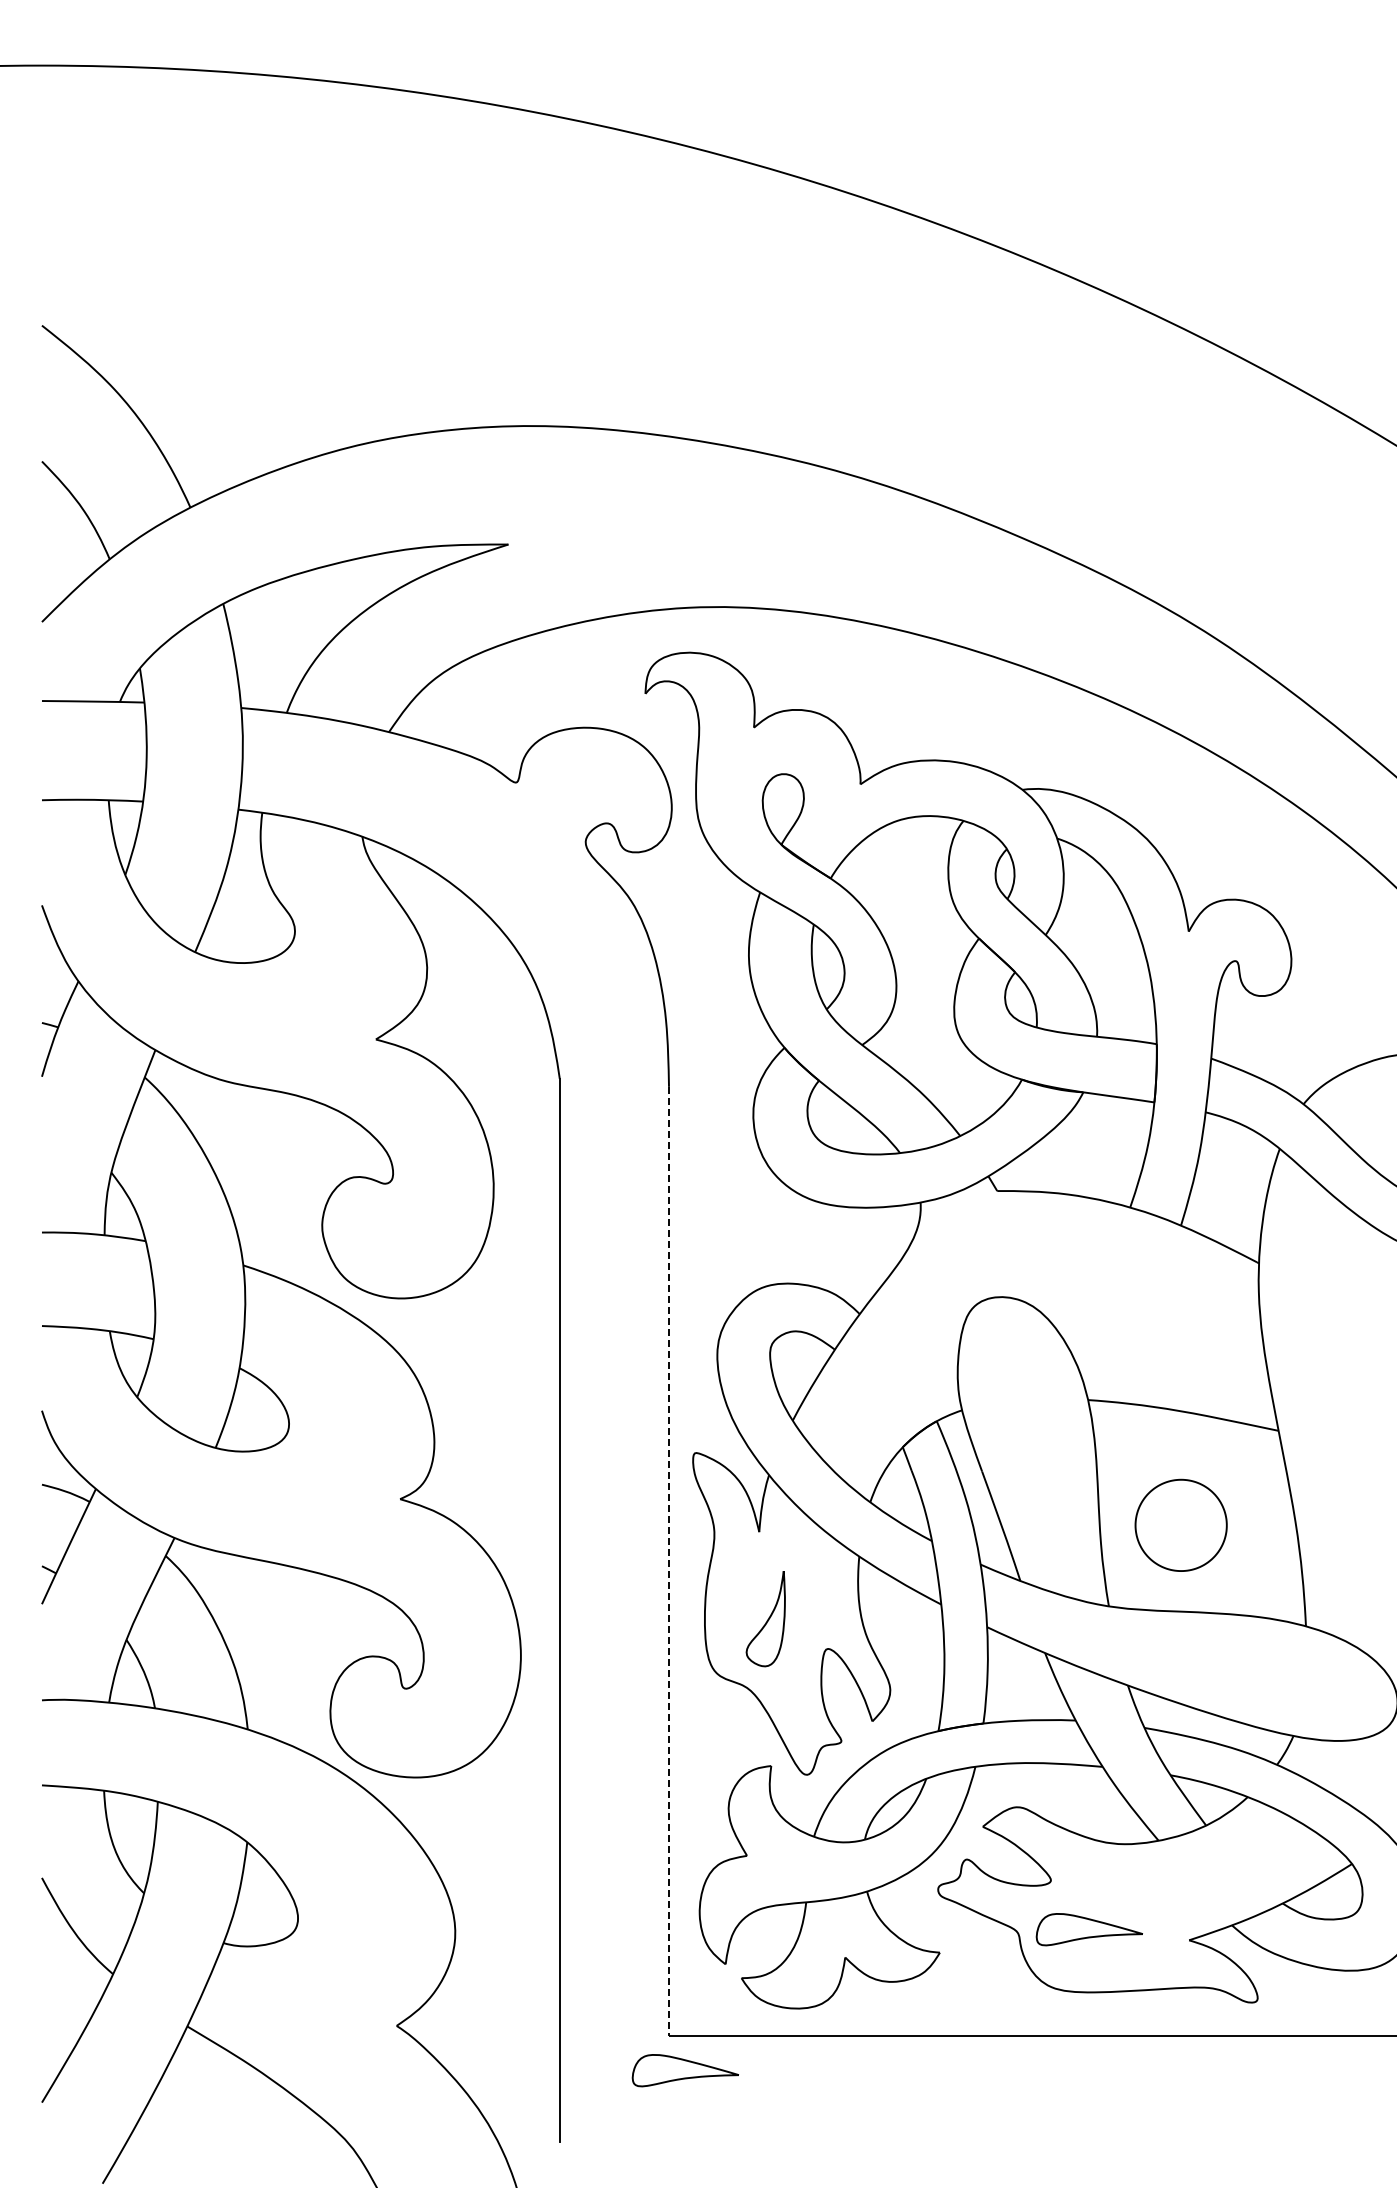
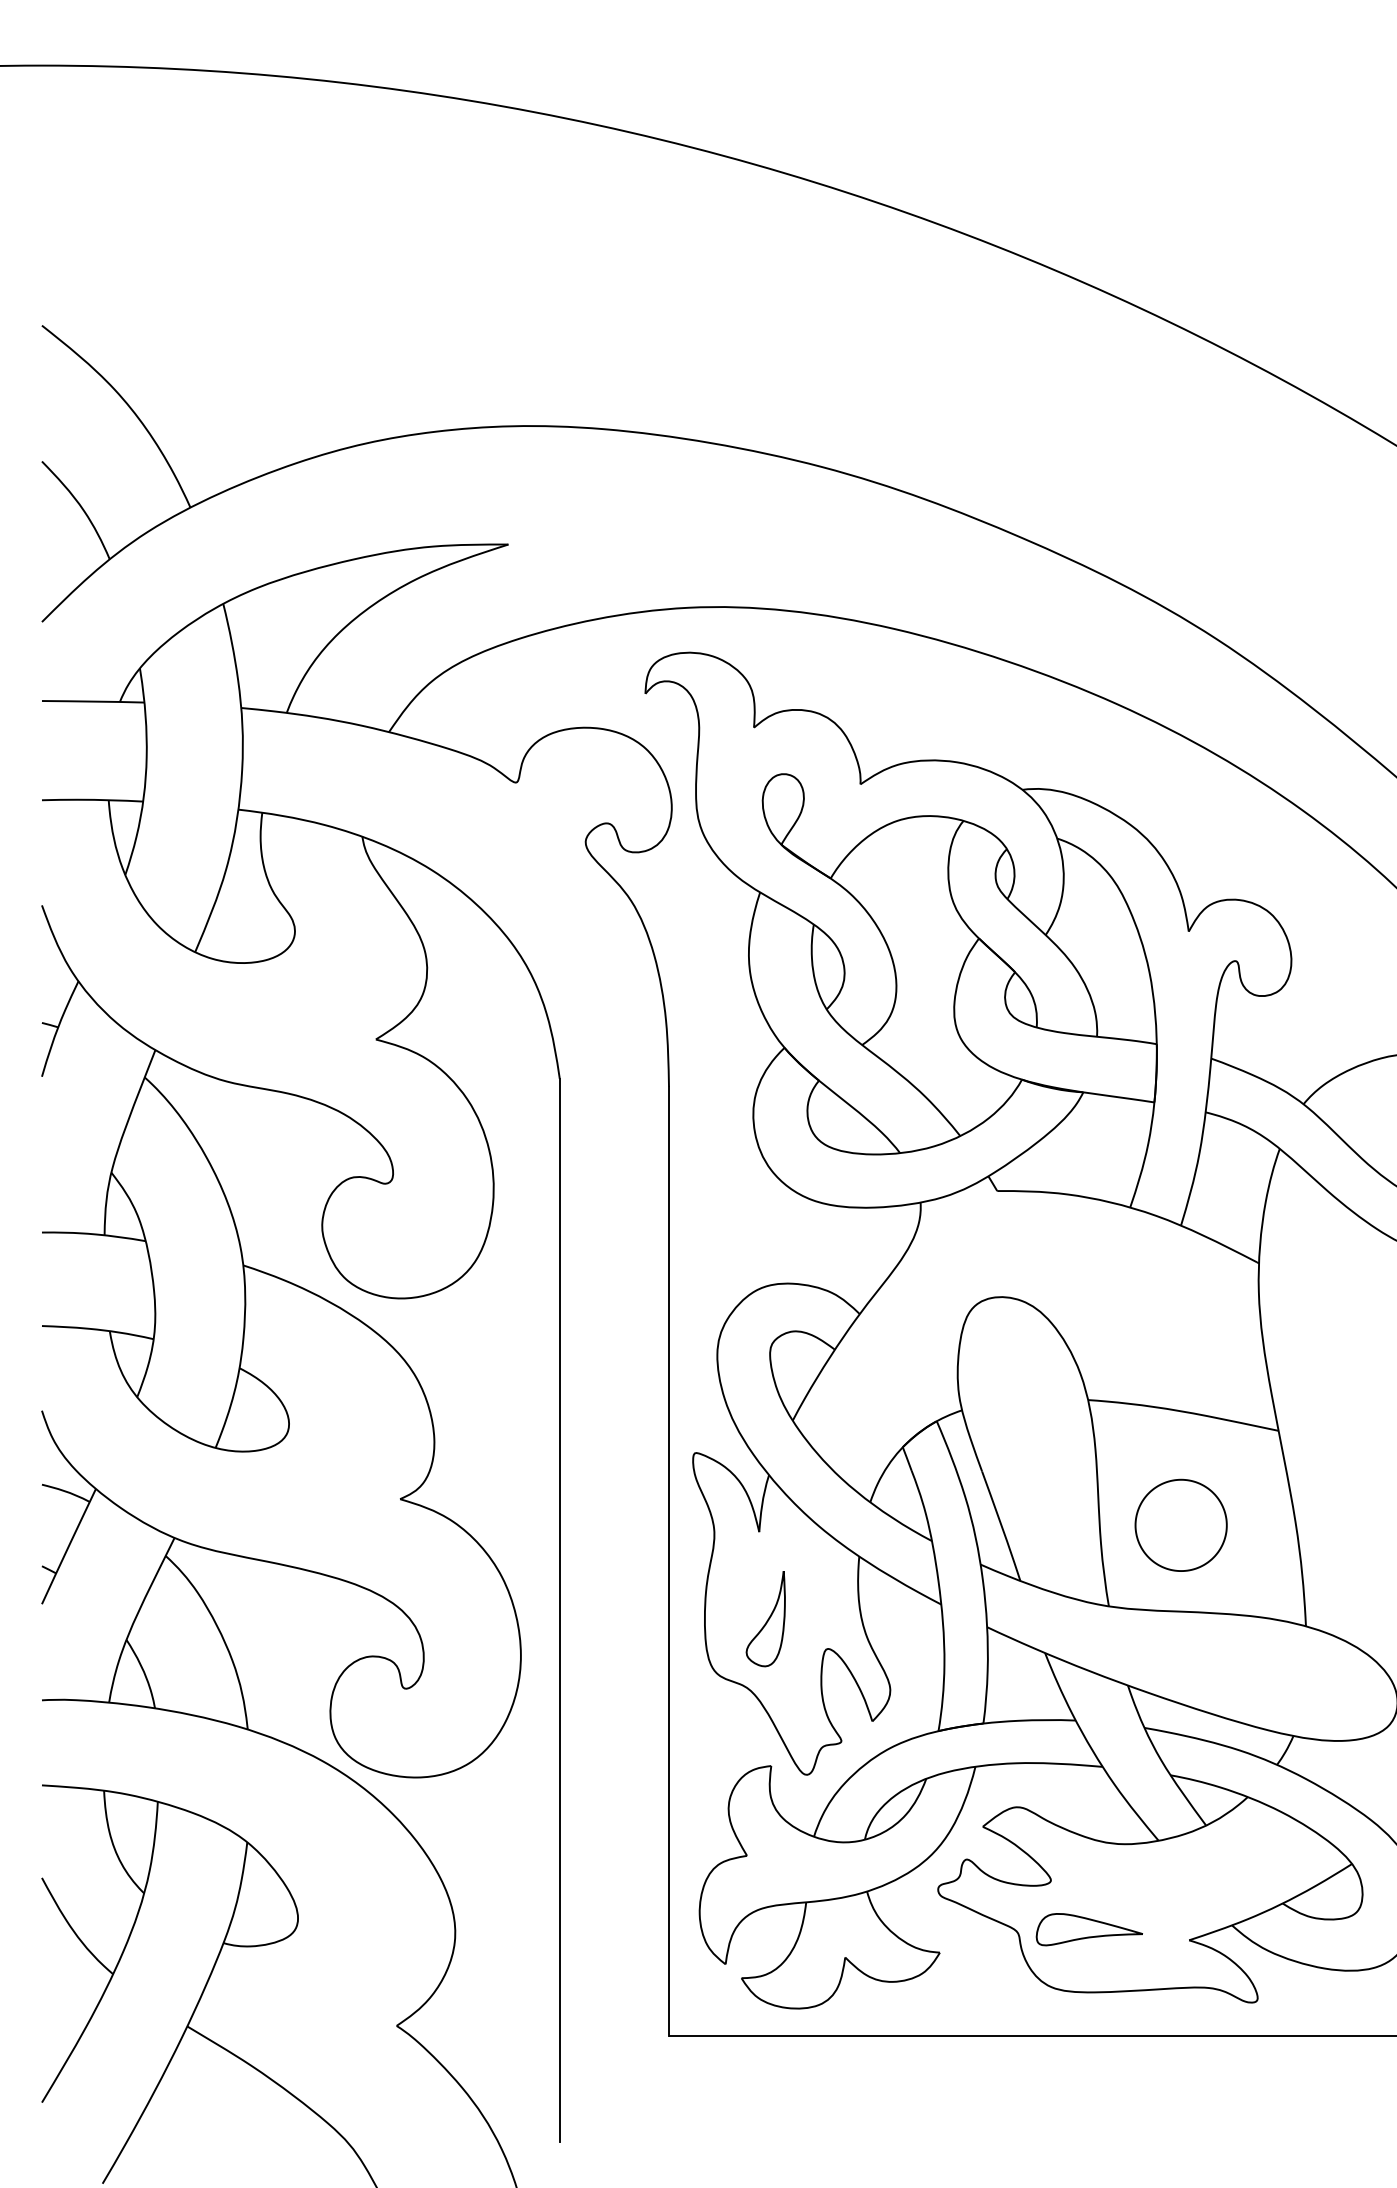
line at (668, 1561): dashed -> solid
part at (684, 2070): present -> none
